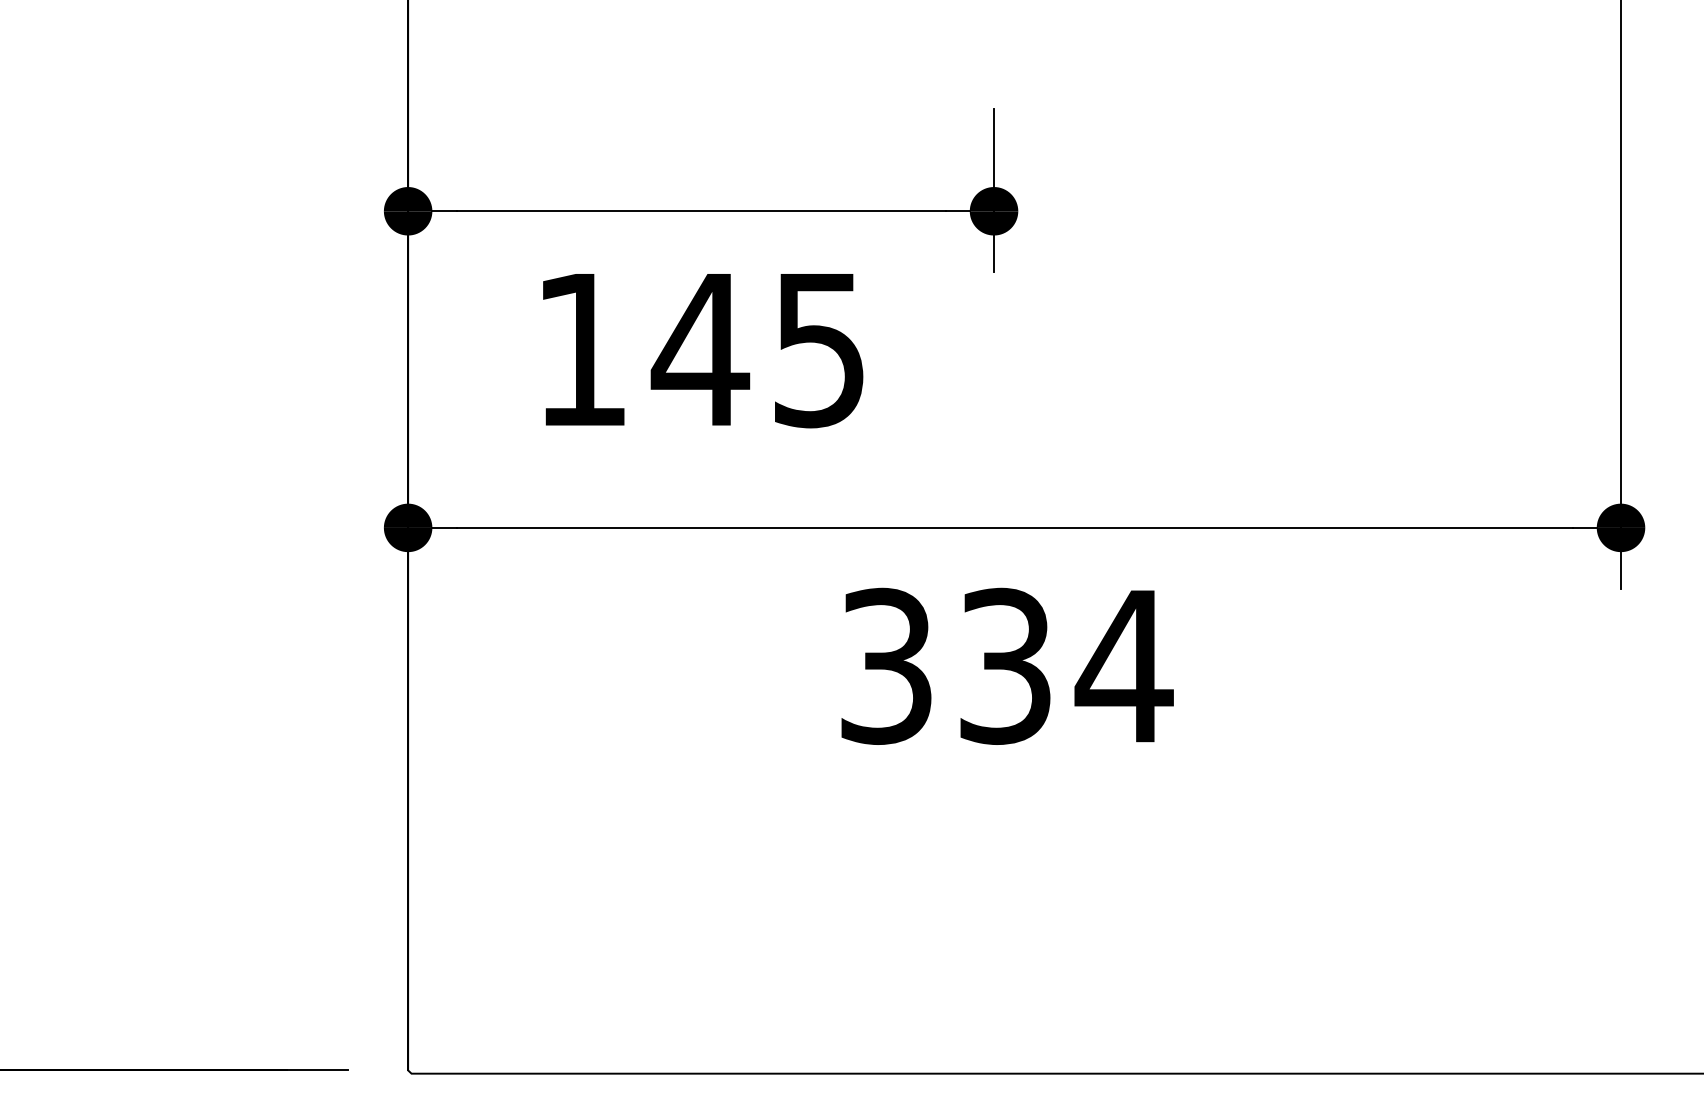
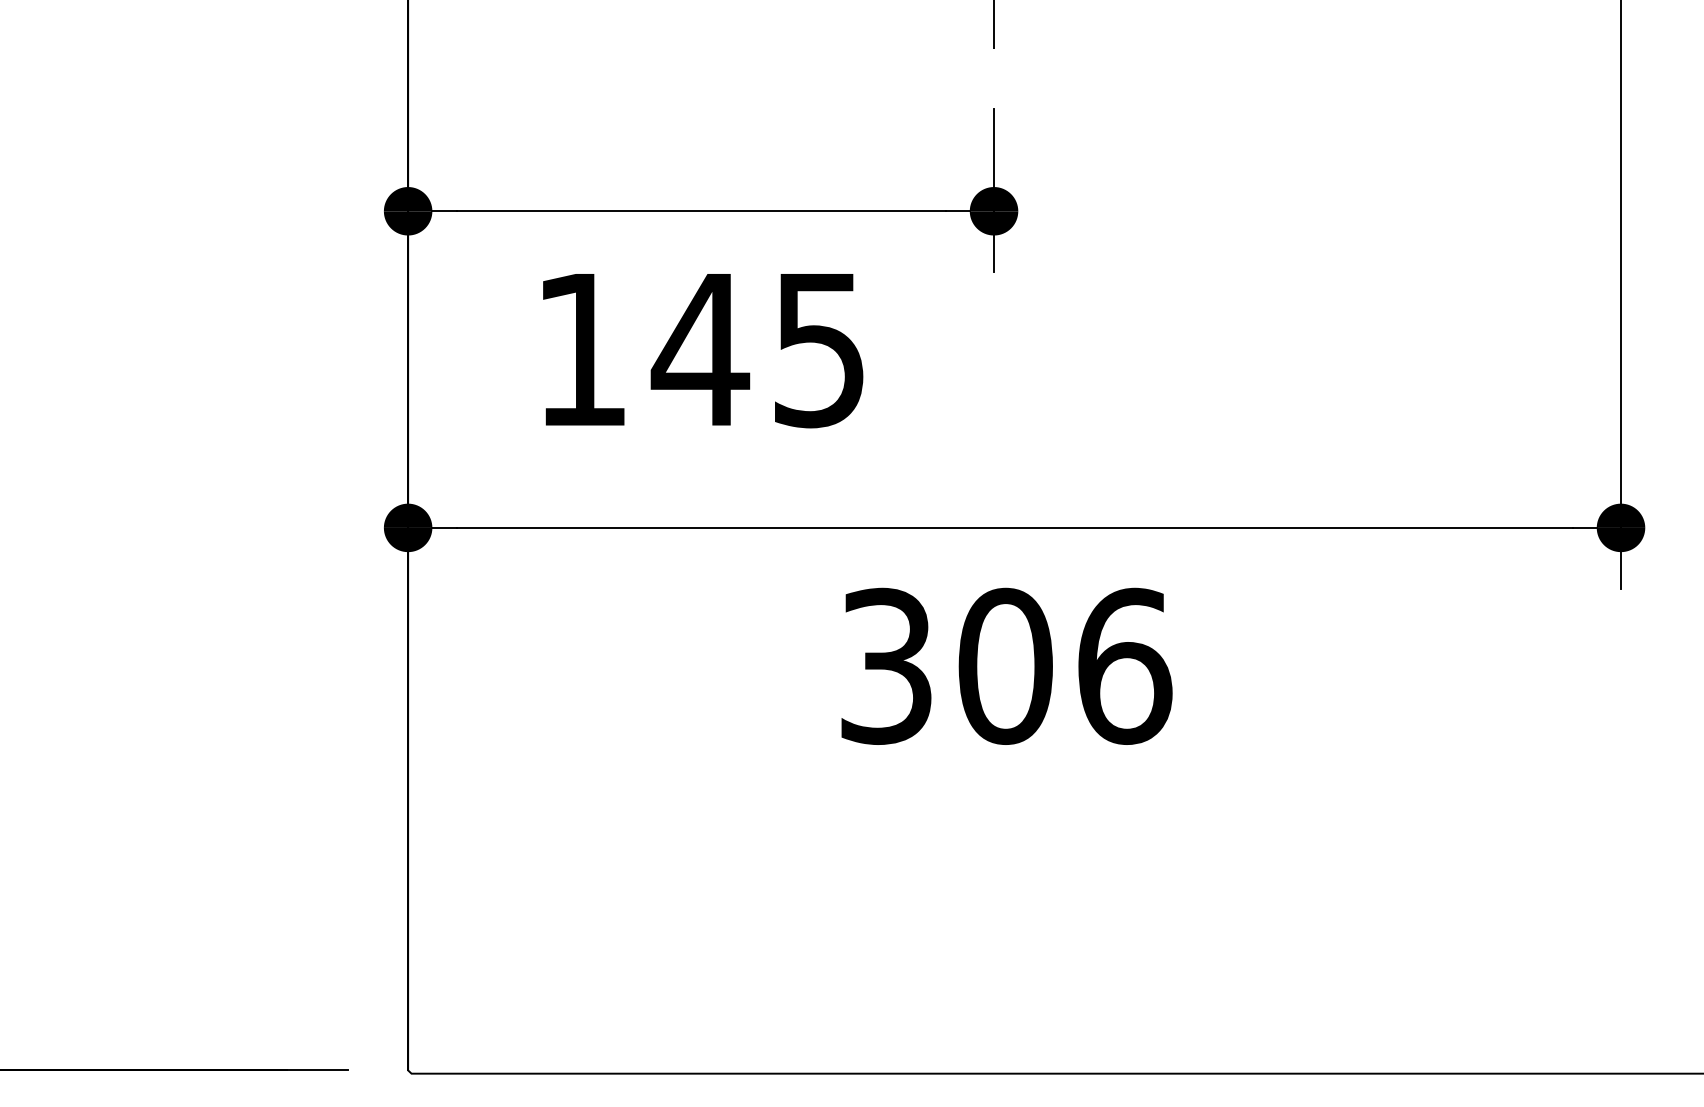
line at (994, 25): none -> present
text at (1065, 665): 334 -> 306
